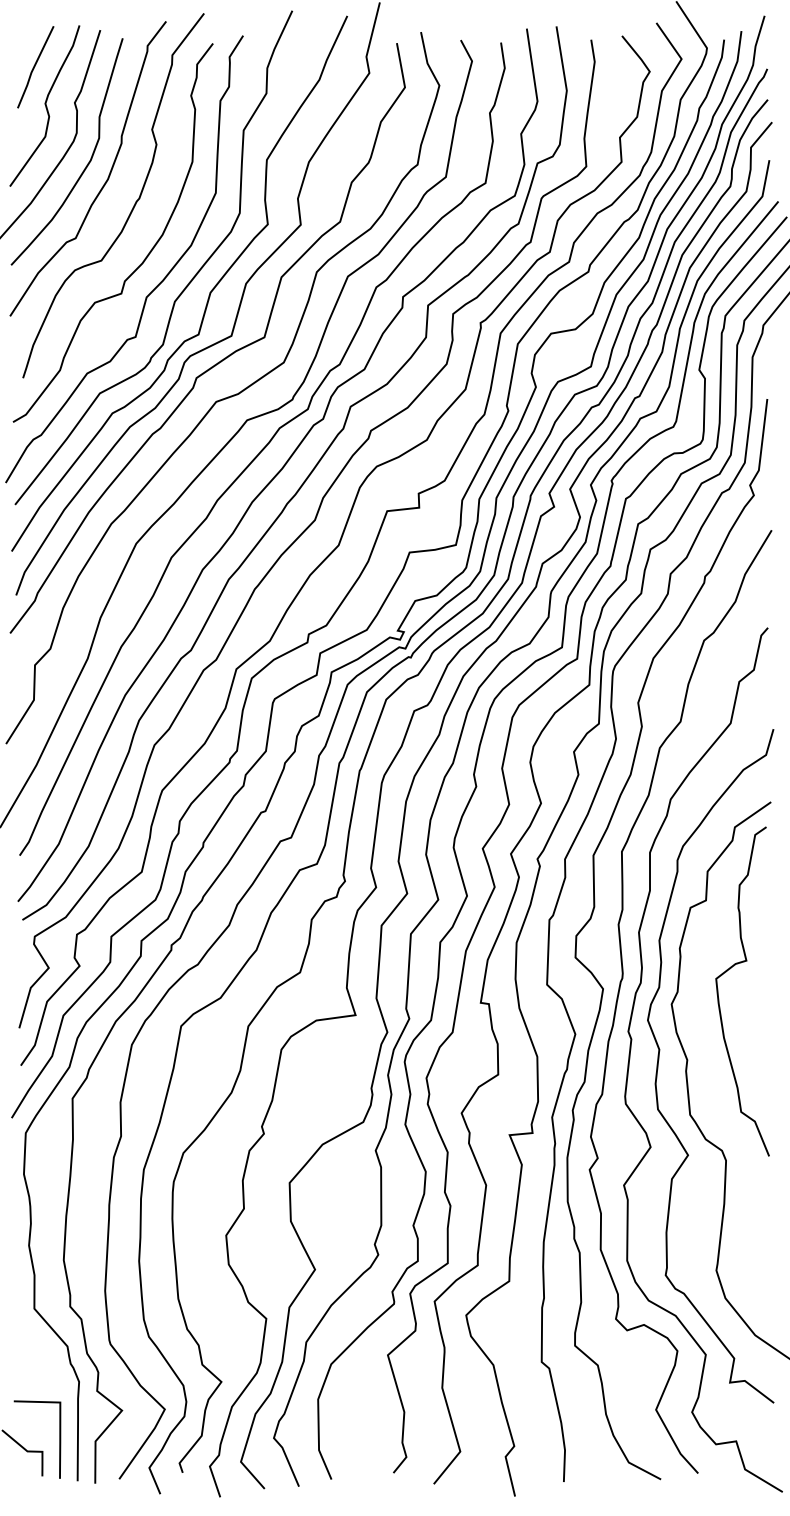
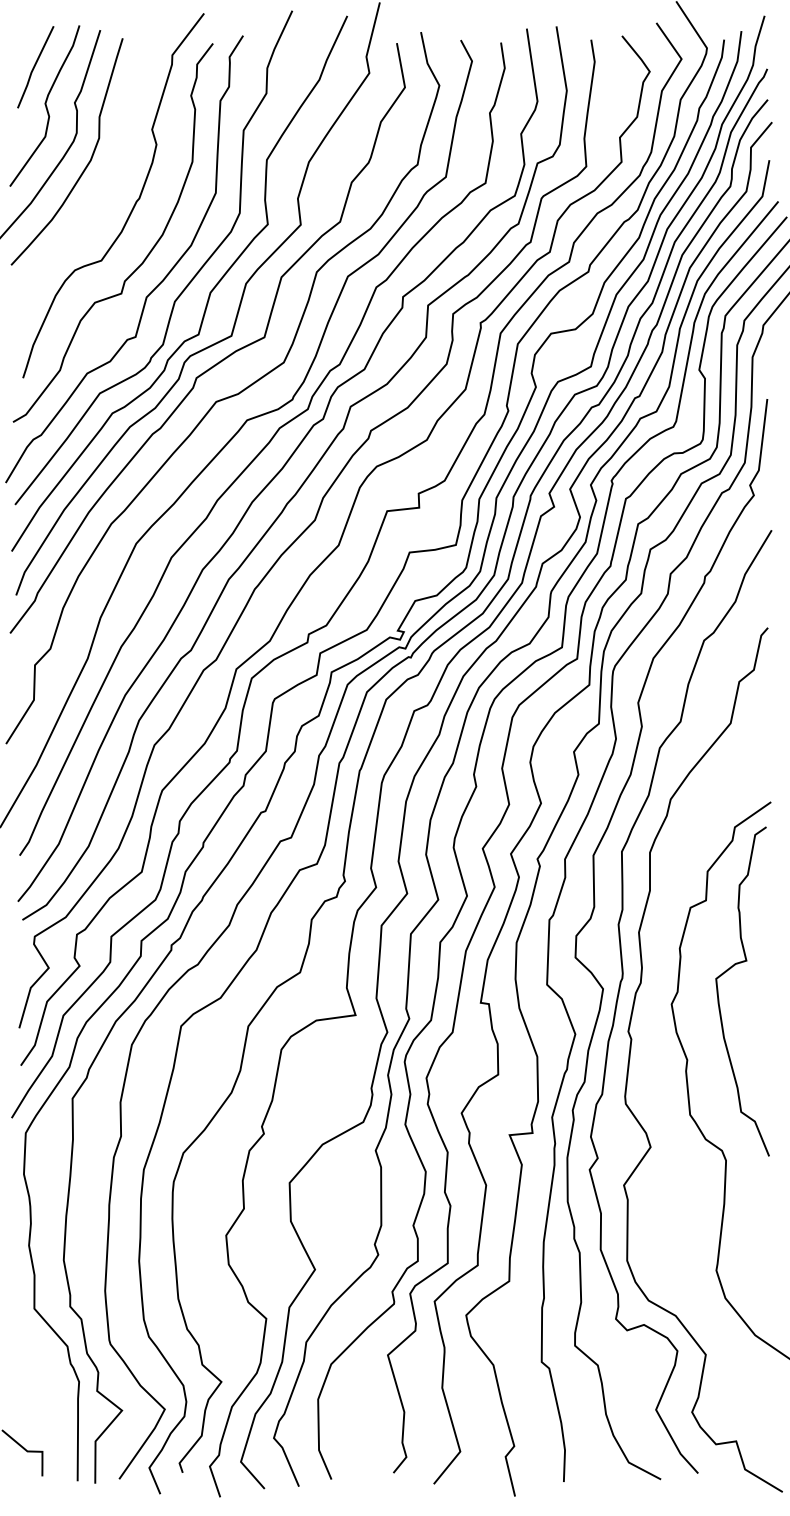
curve at (108, 174): present -> none
curve at (659, 1060): present -> none
line at (59, 1439): present -> none
